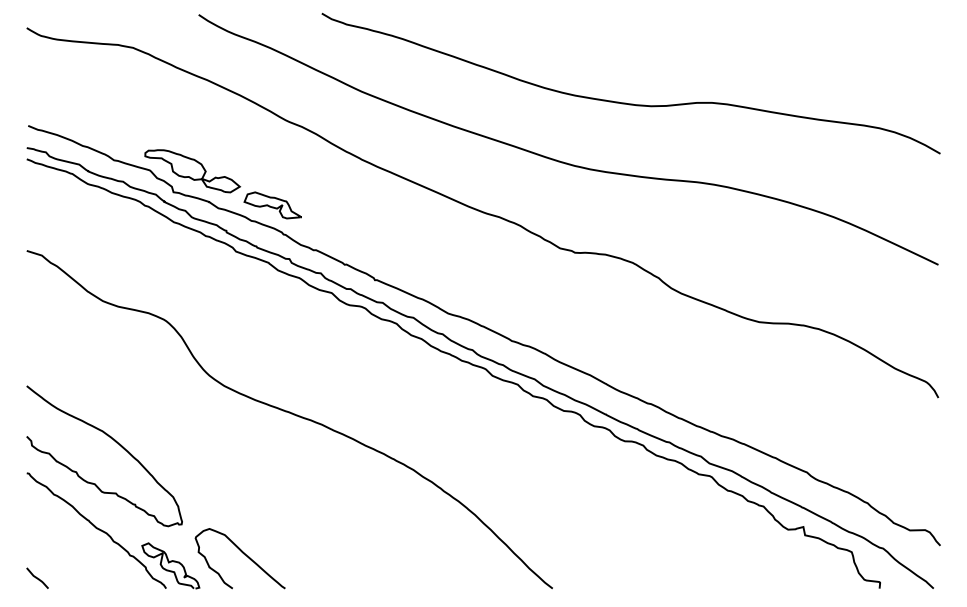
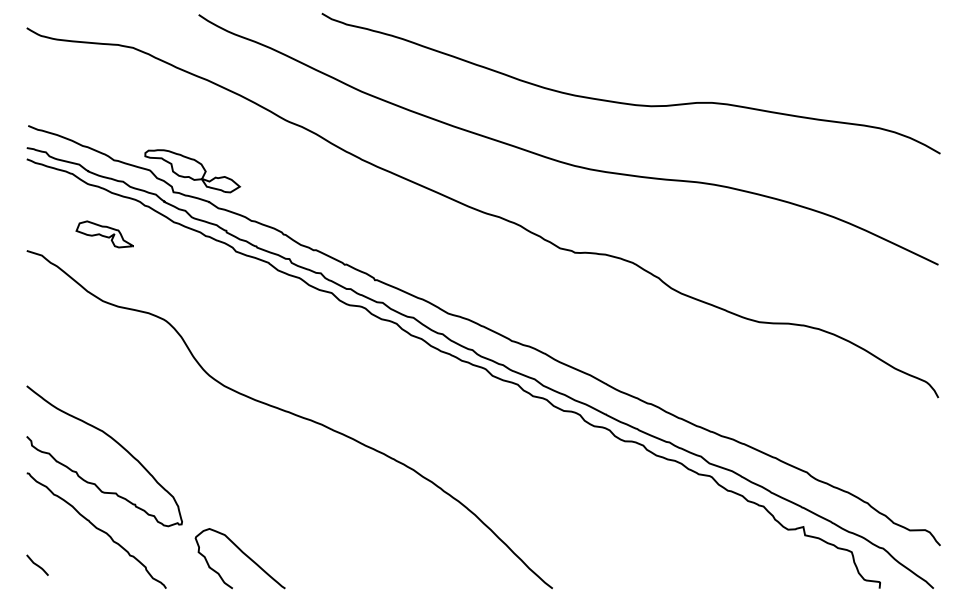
part at (272, 205) position: (272, 205) -> (104, 234)
curve at (169, 563): present -> none
curve at (37, 577) position: (37, 577) -> (37, 564)
